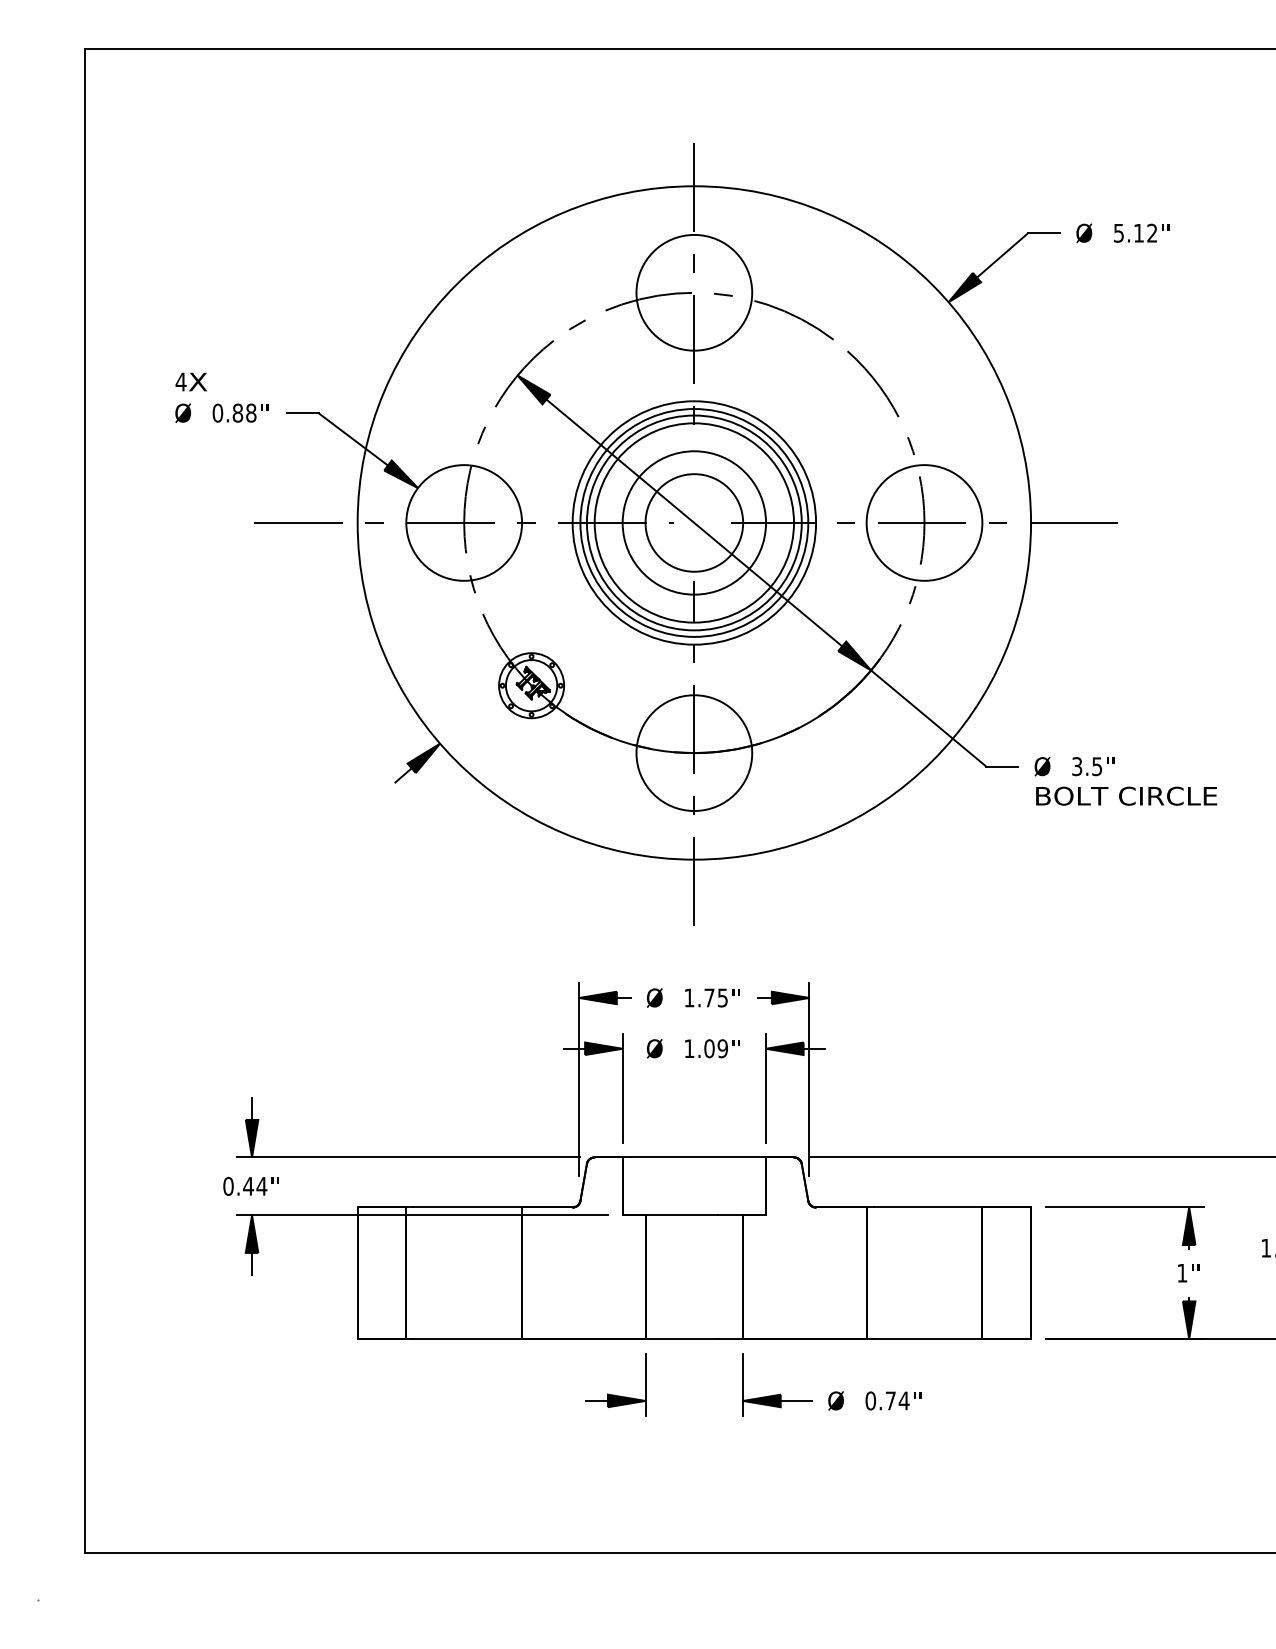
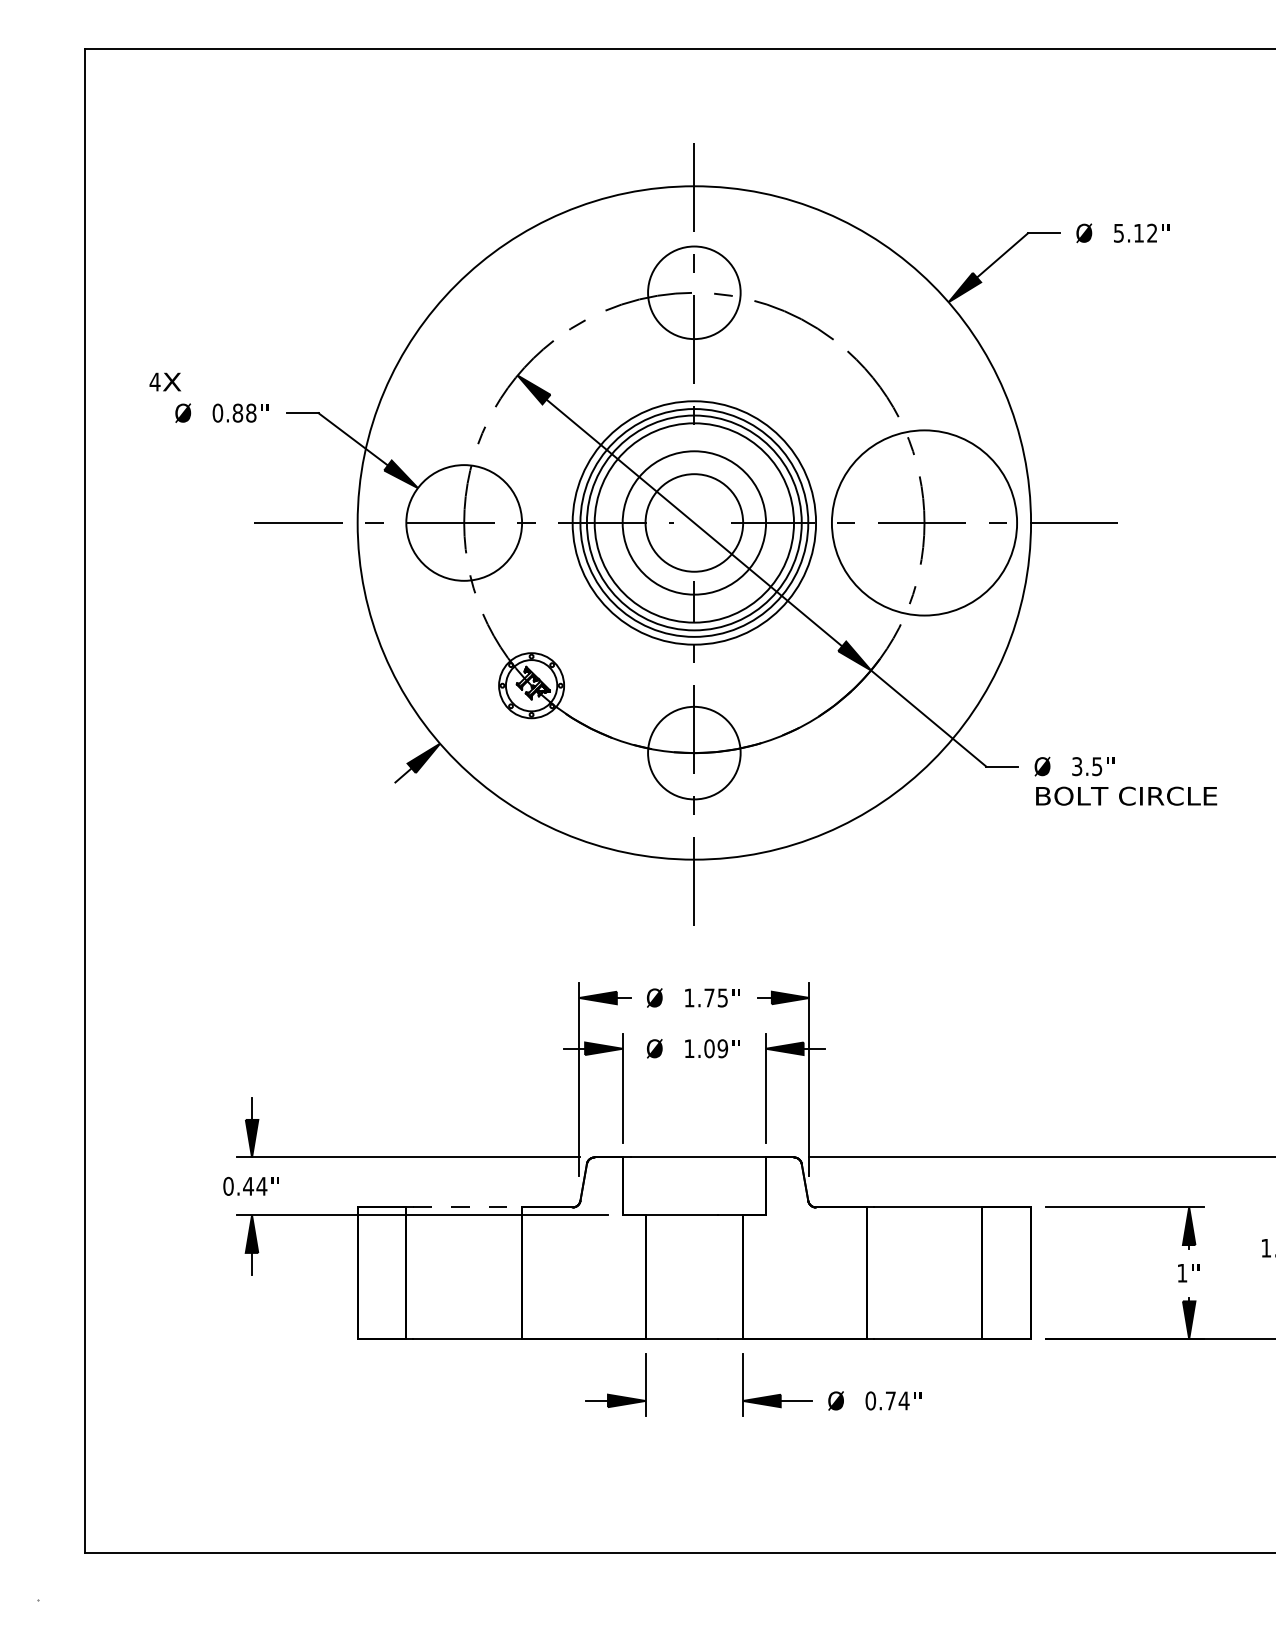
circle at (694, 292) diameter: 116 px -> 93 px
text at (190, 381) position: (190, 381) -> (164, 381)
circle at (924, 522) diameter: 116 px -> 185 px
circle at (694, 753) diameter: 116 px -> 93 px
line at (468, 1207): solid -> dashed
